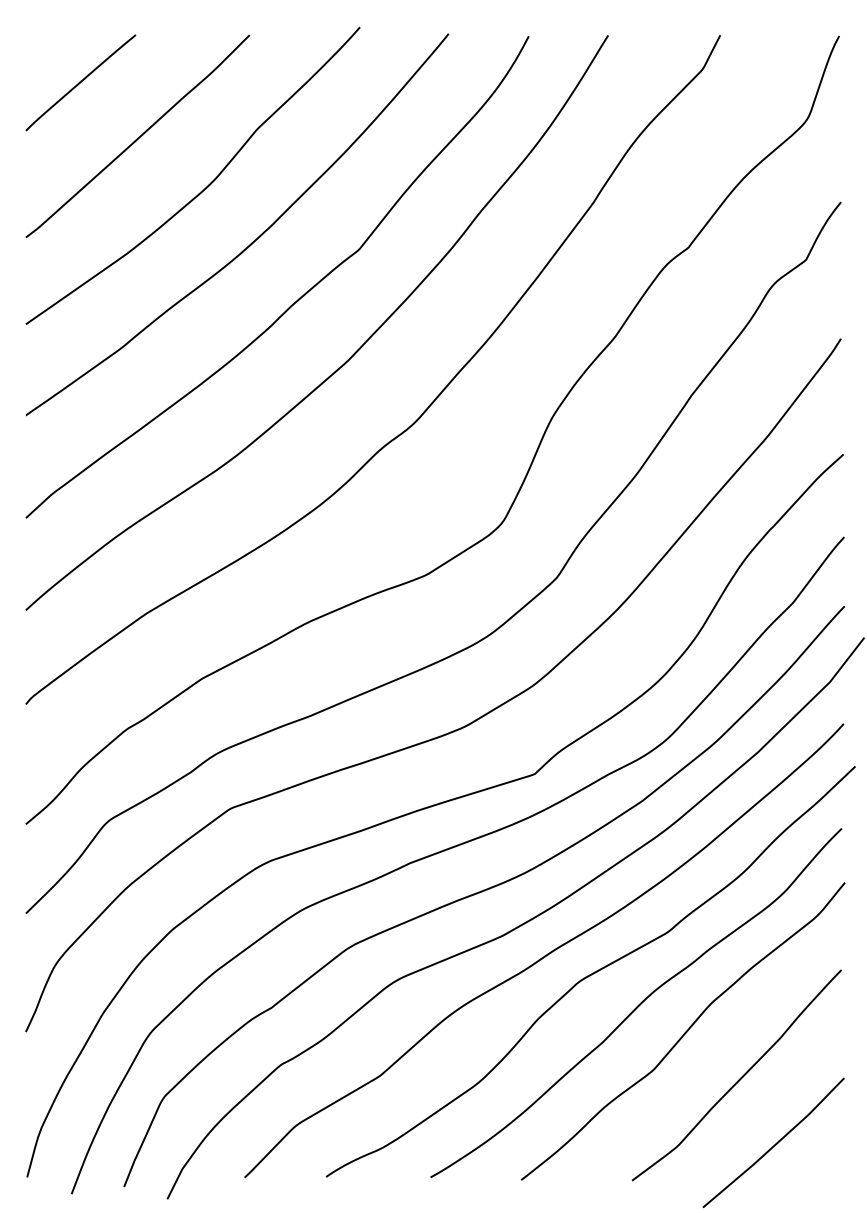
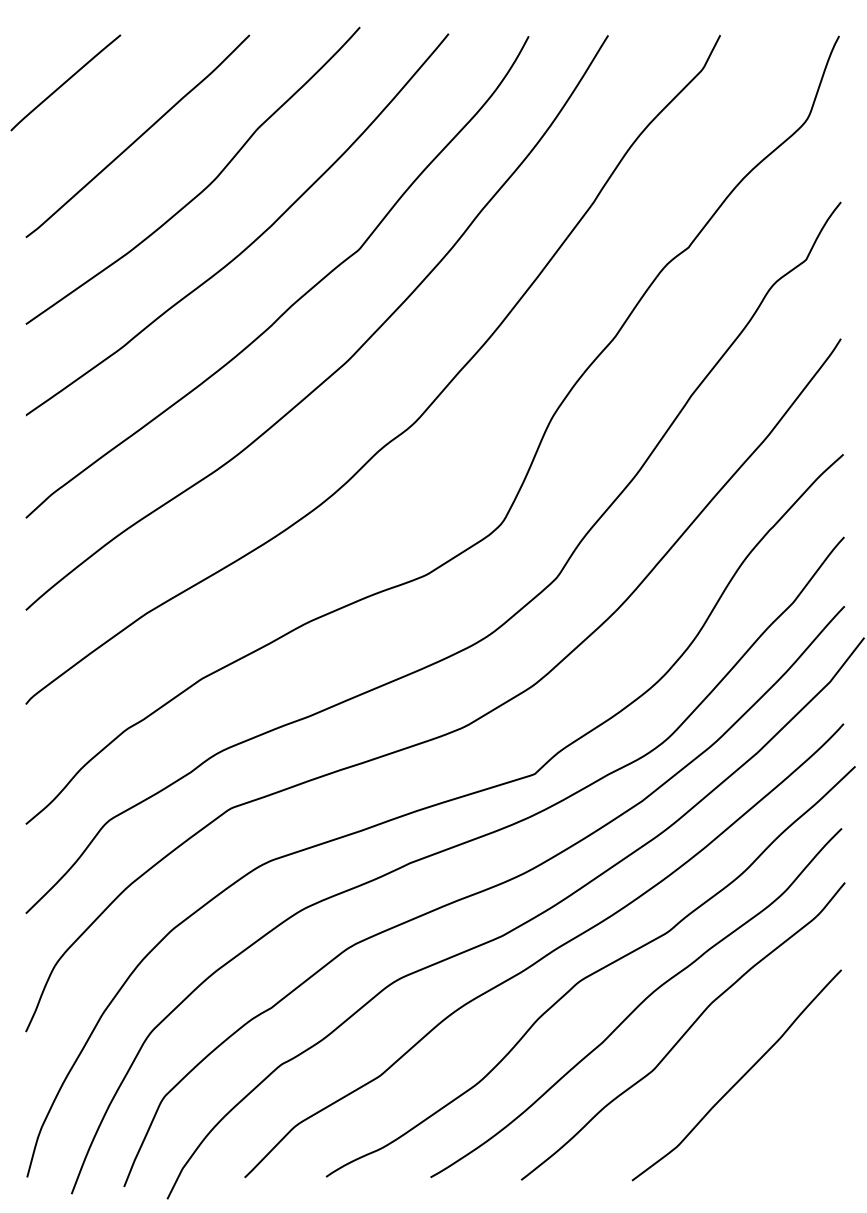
line at (80, 82) position: (80, 82) -> (65, 82)
curve at (775, 1143): present -> none
